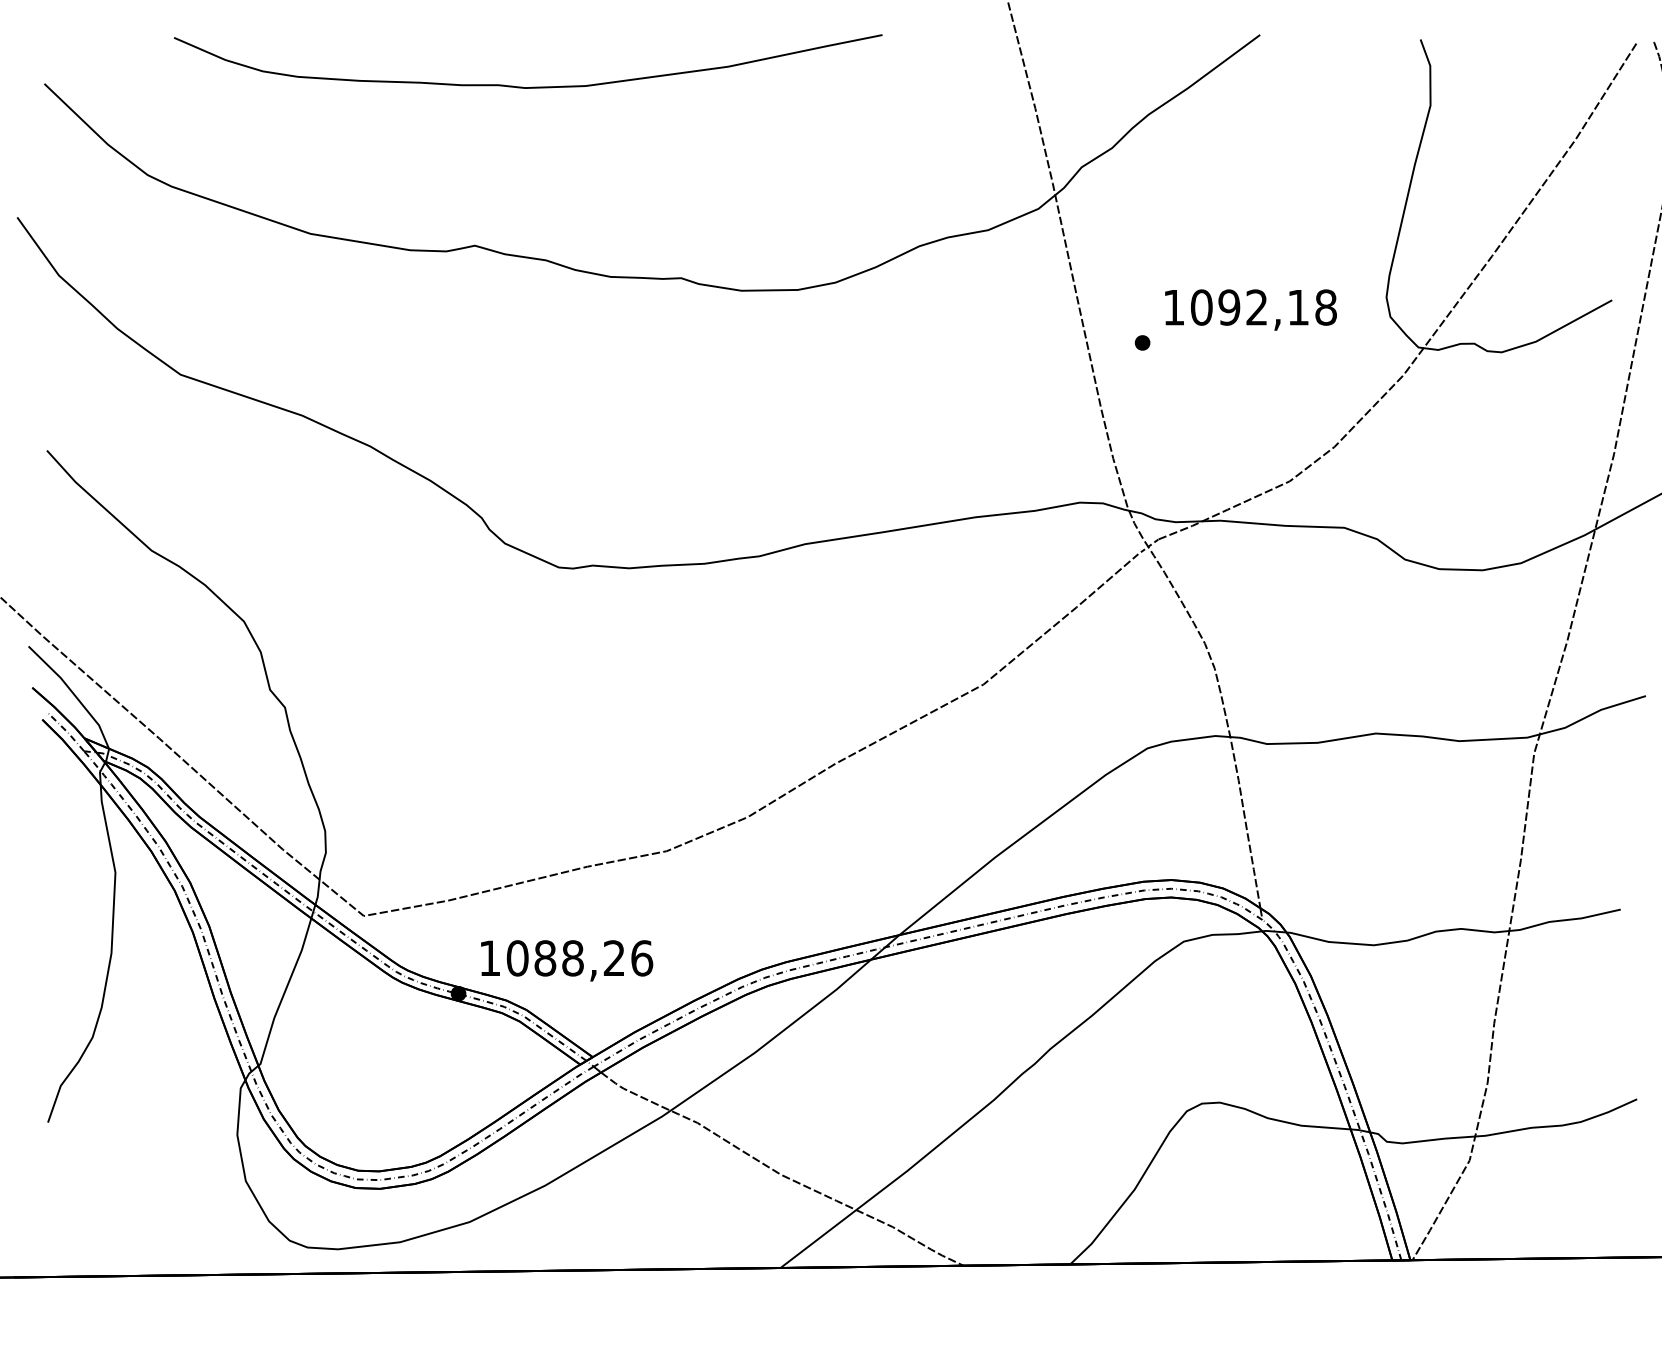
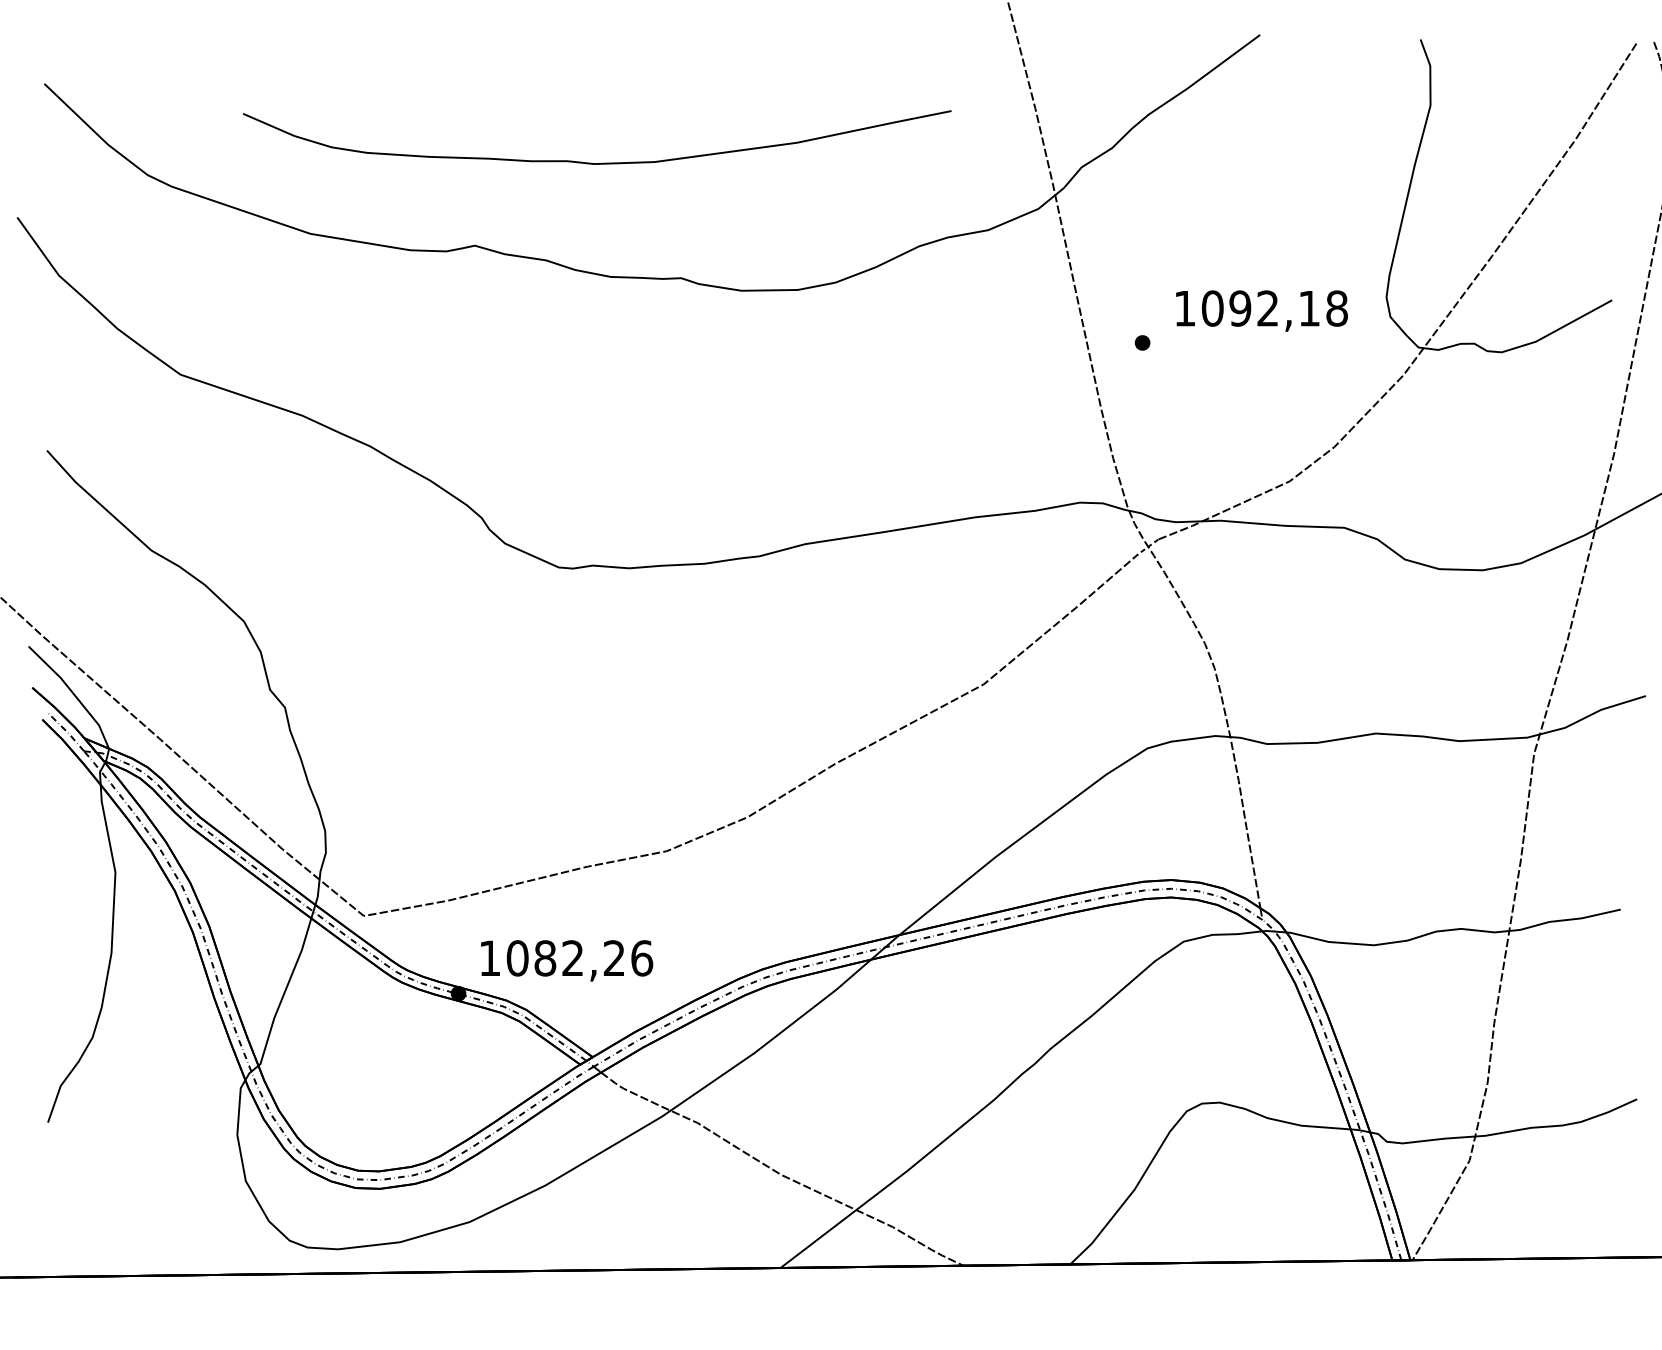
curve at (532, 86) position: (532, 86) -> (601, 162)
text at (1250, 309) position: (1250, 309) -> (1261, 310)
text at (572, 958): 1088,26 -> 1082,26
